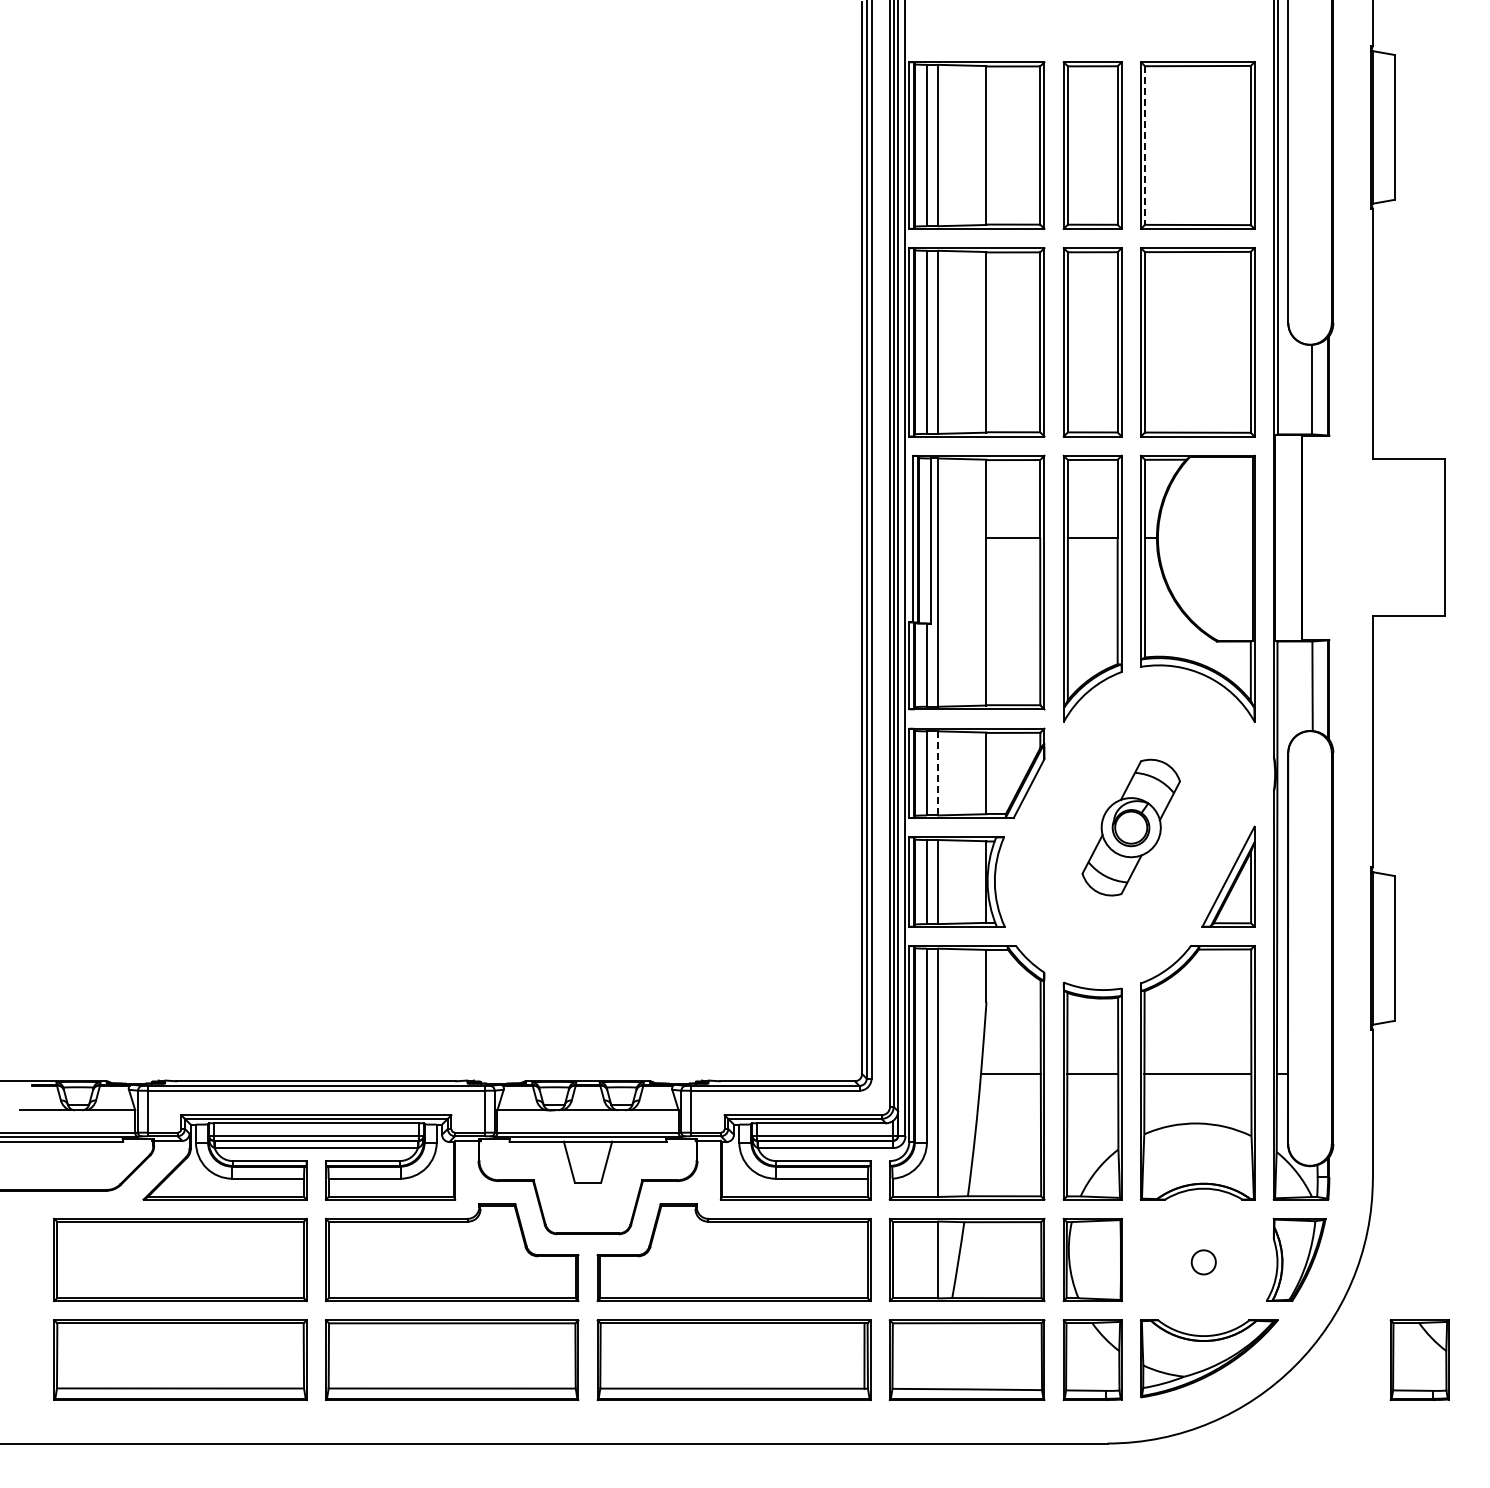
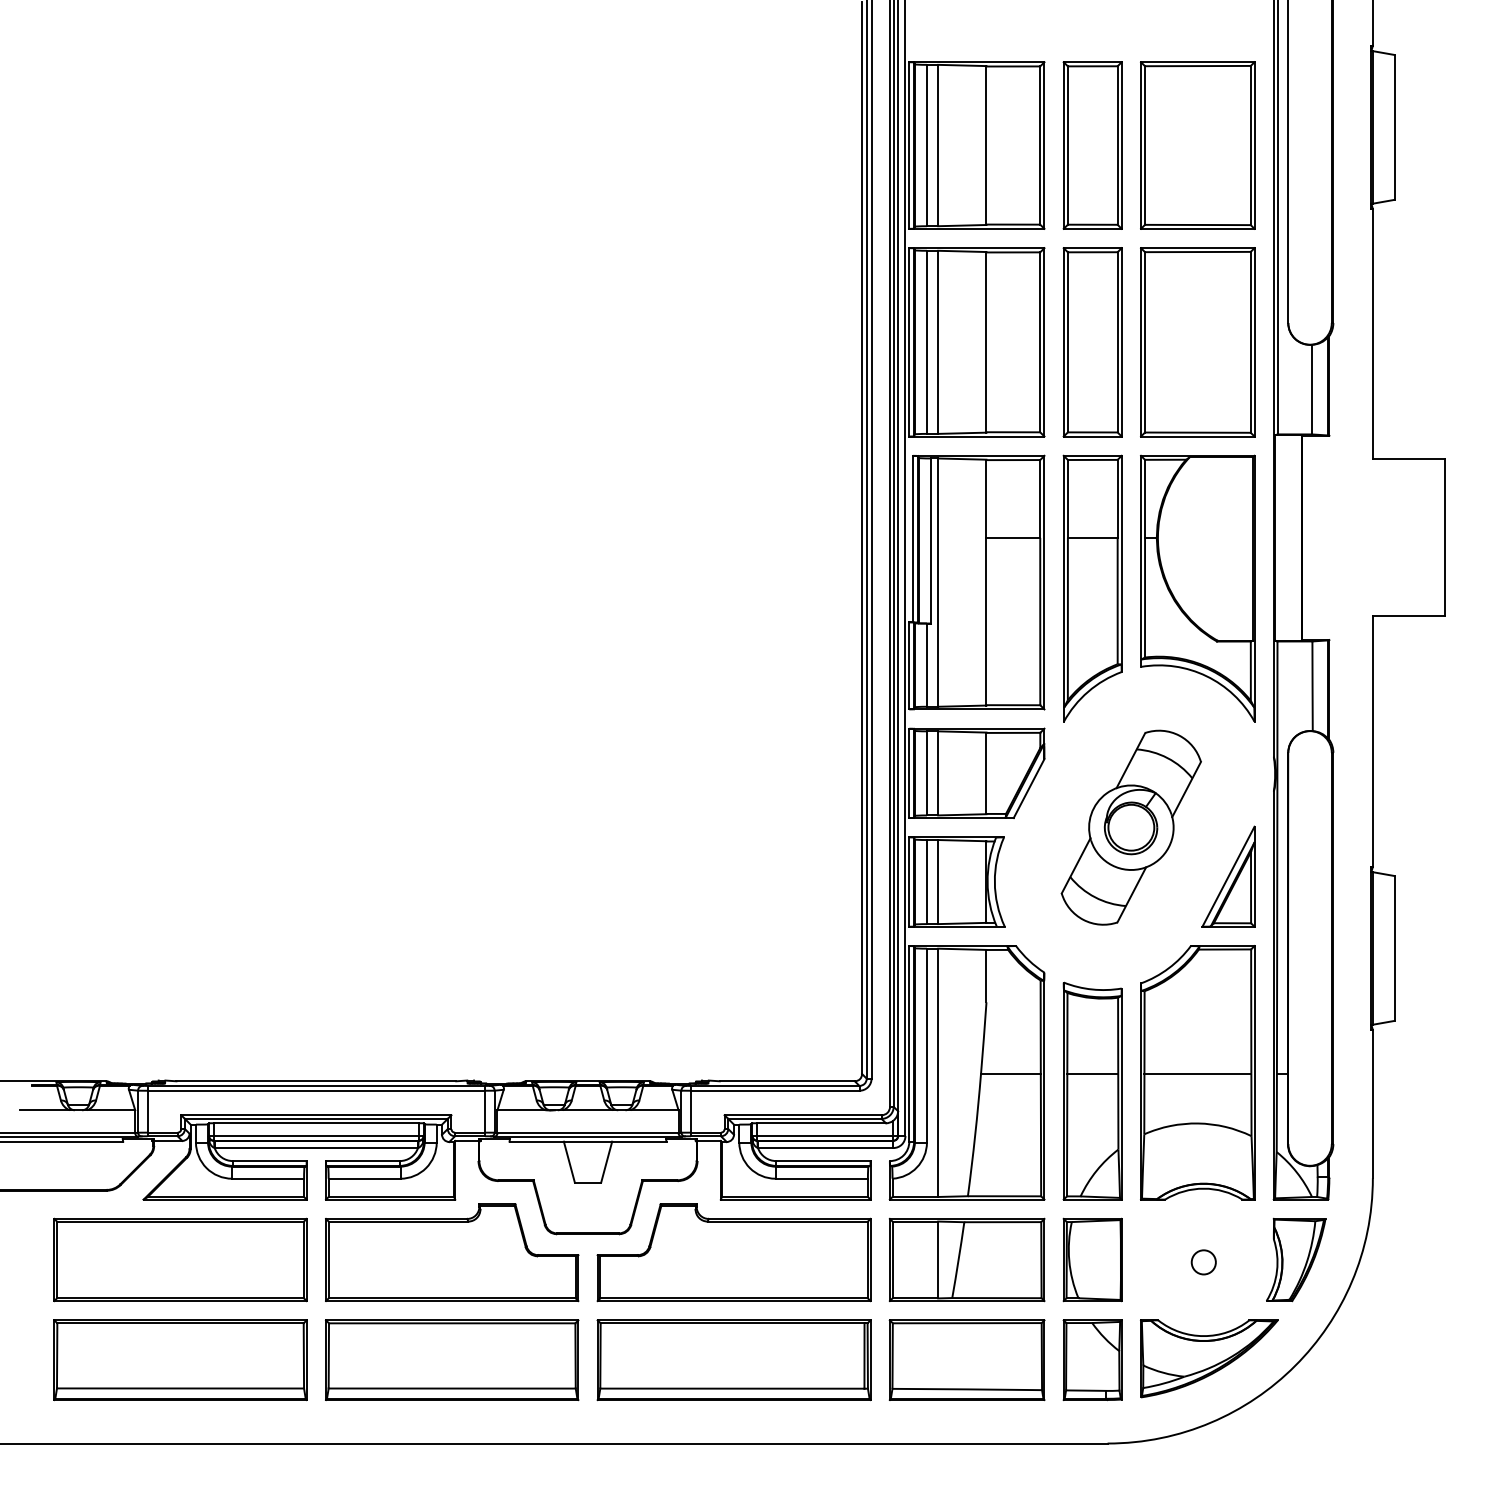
line at (1145, 146): dashed -> solid
line at (938, 772): dashed -> solid
part at (1130, 827) size: 100x139 px -> 142x197 px
part at (1419, 1360): present -> none
